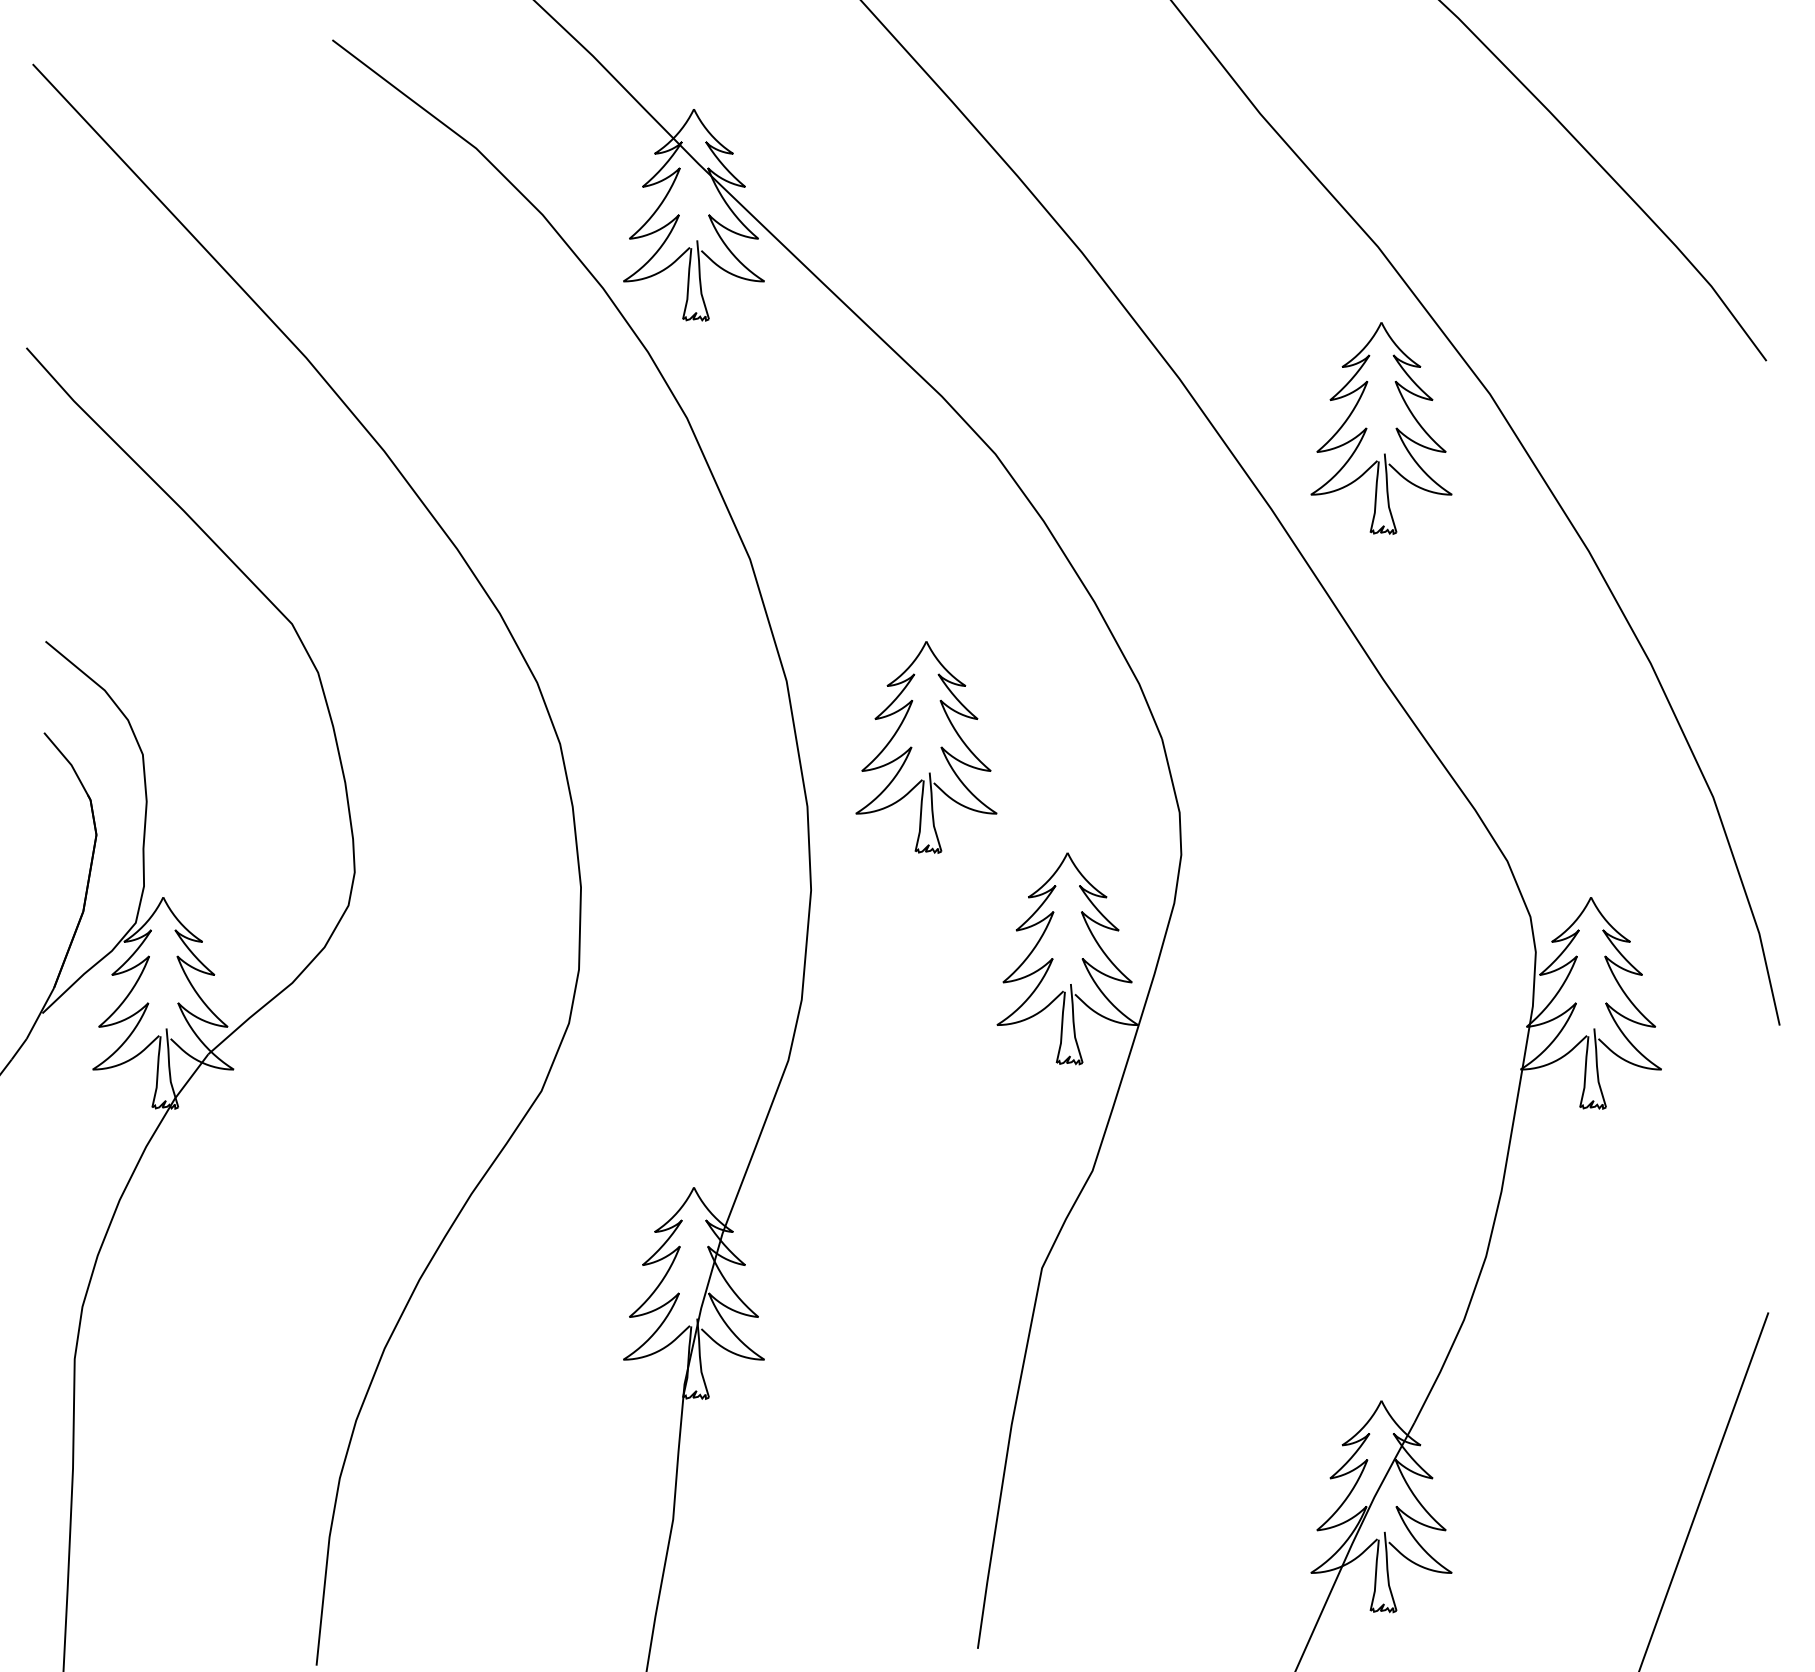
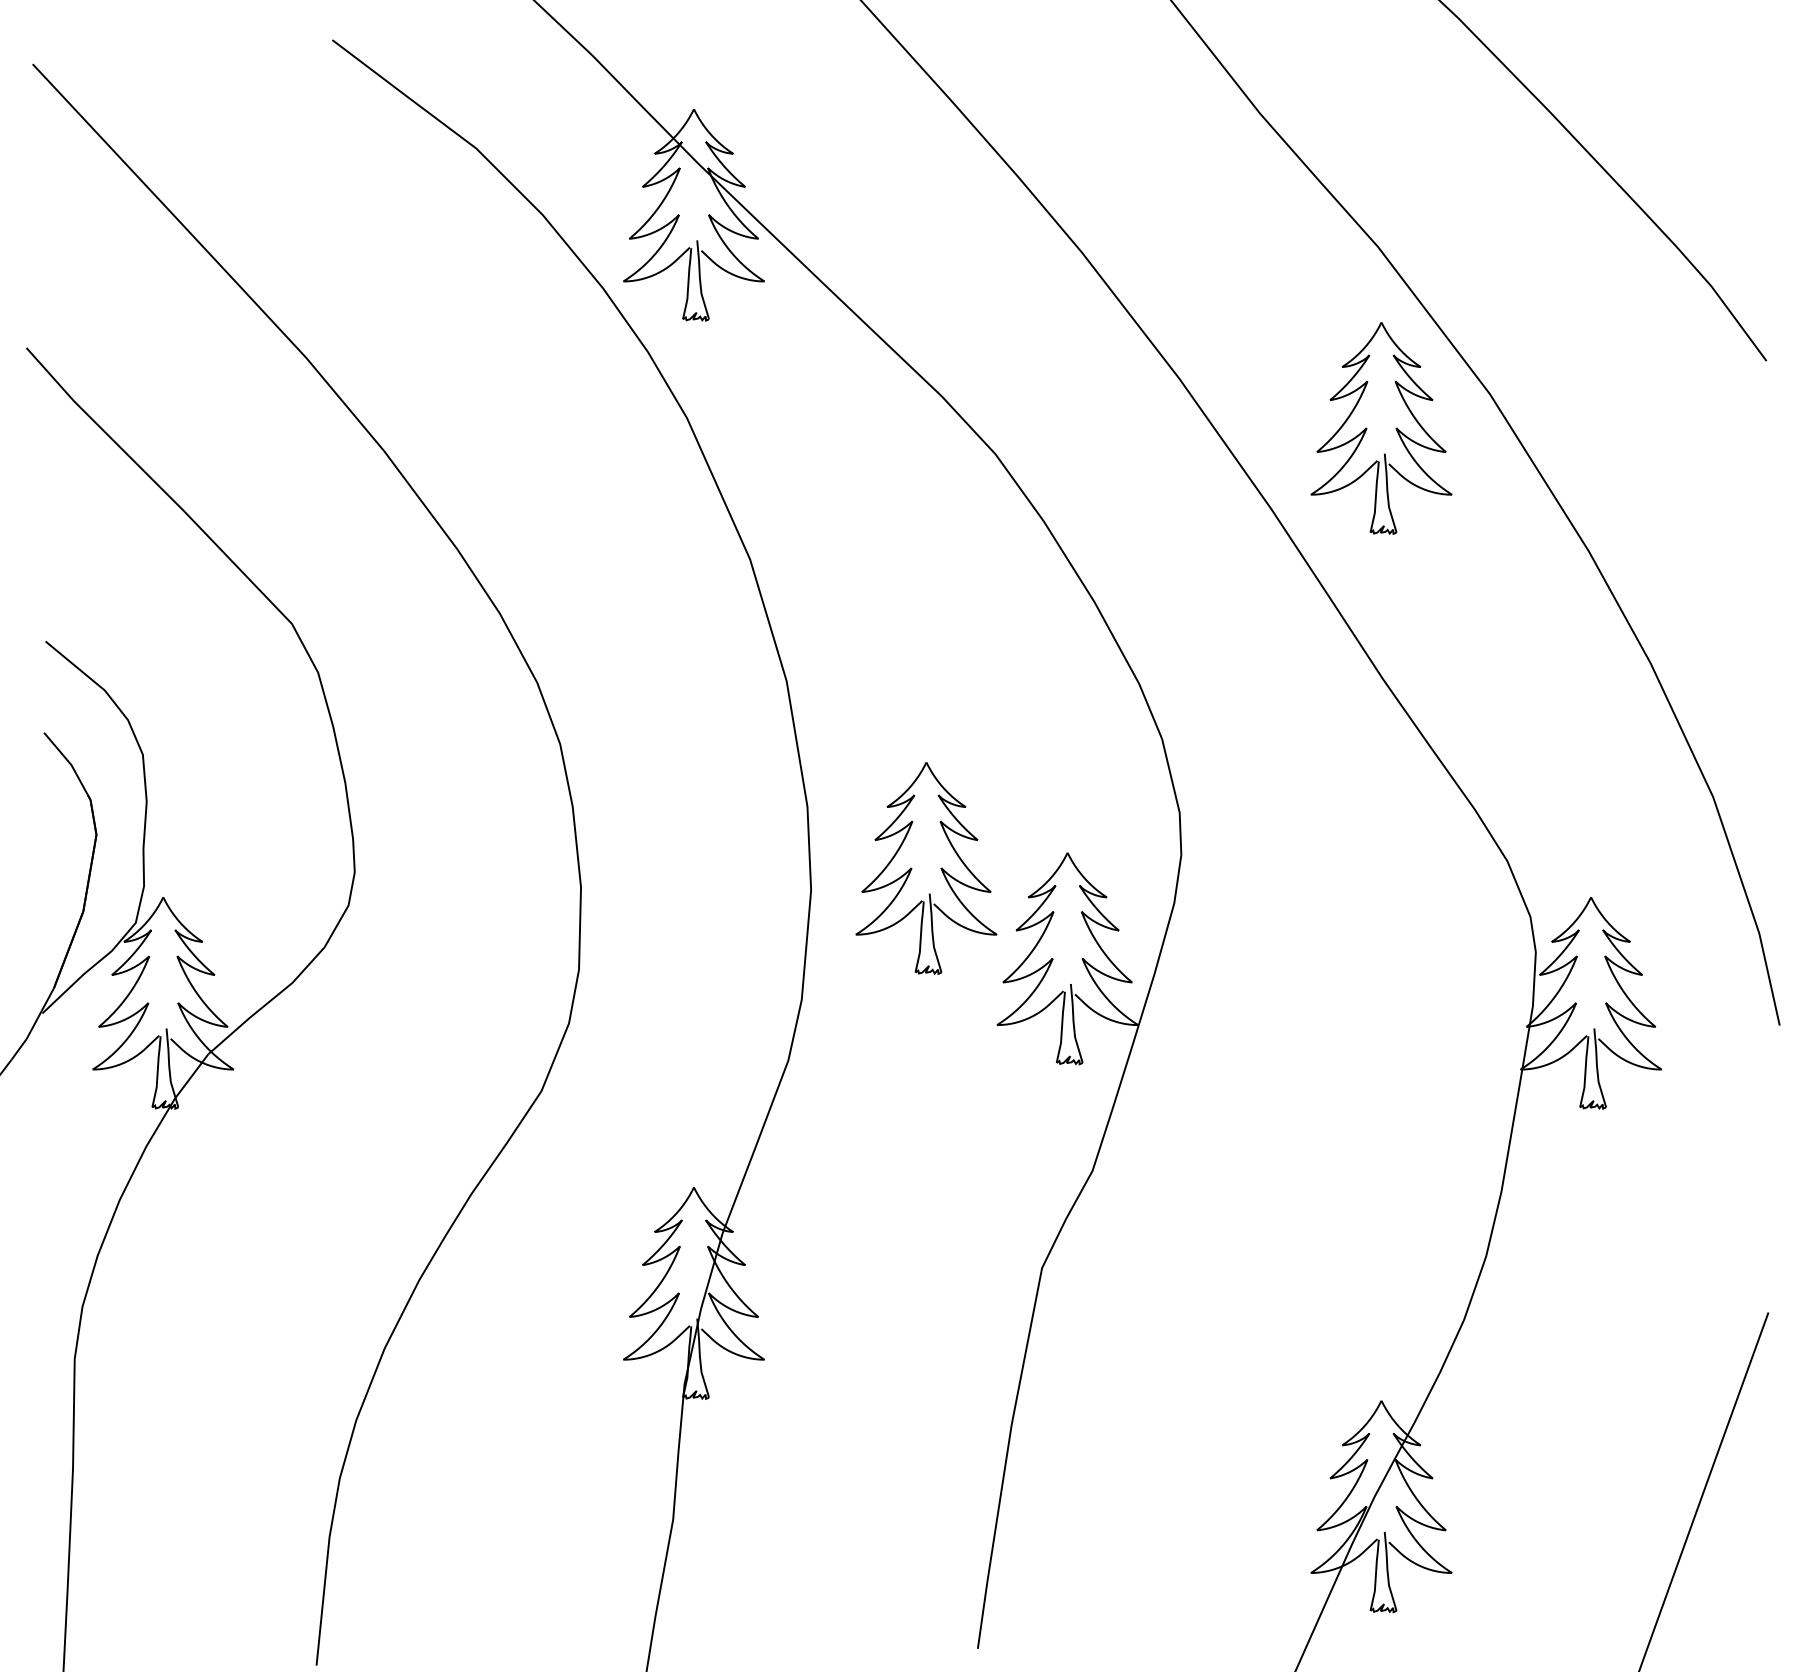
part at (912, 747) position: (912, 747) -> (912, 868)
